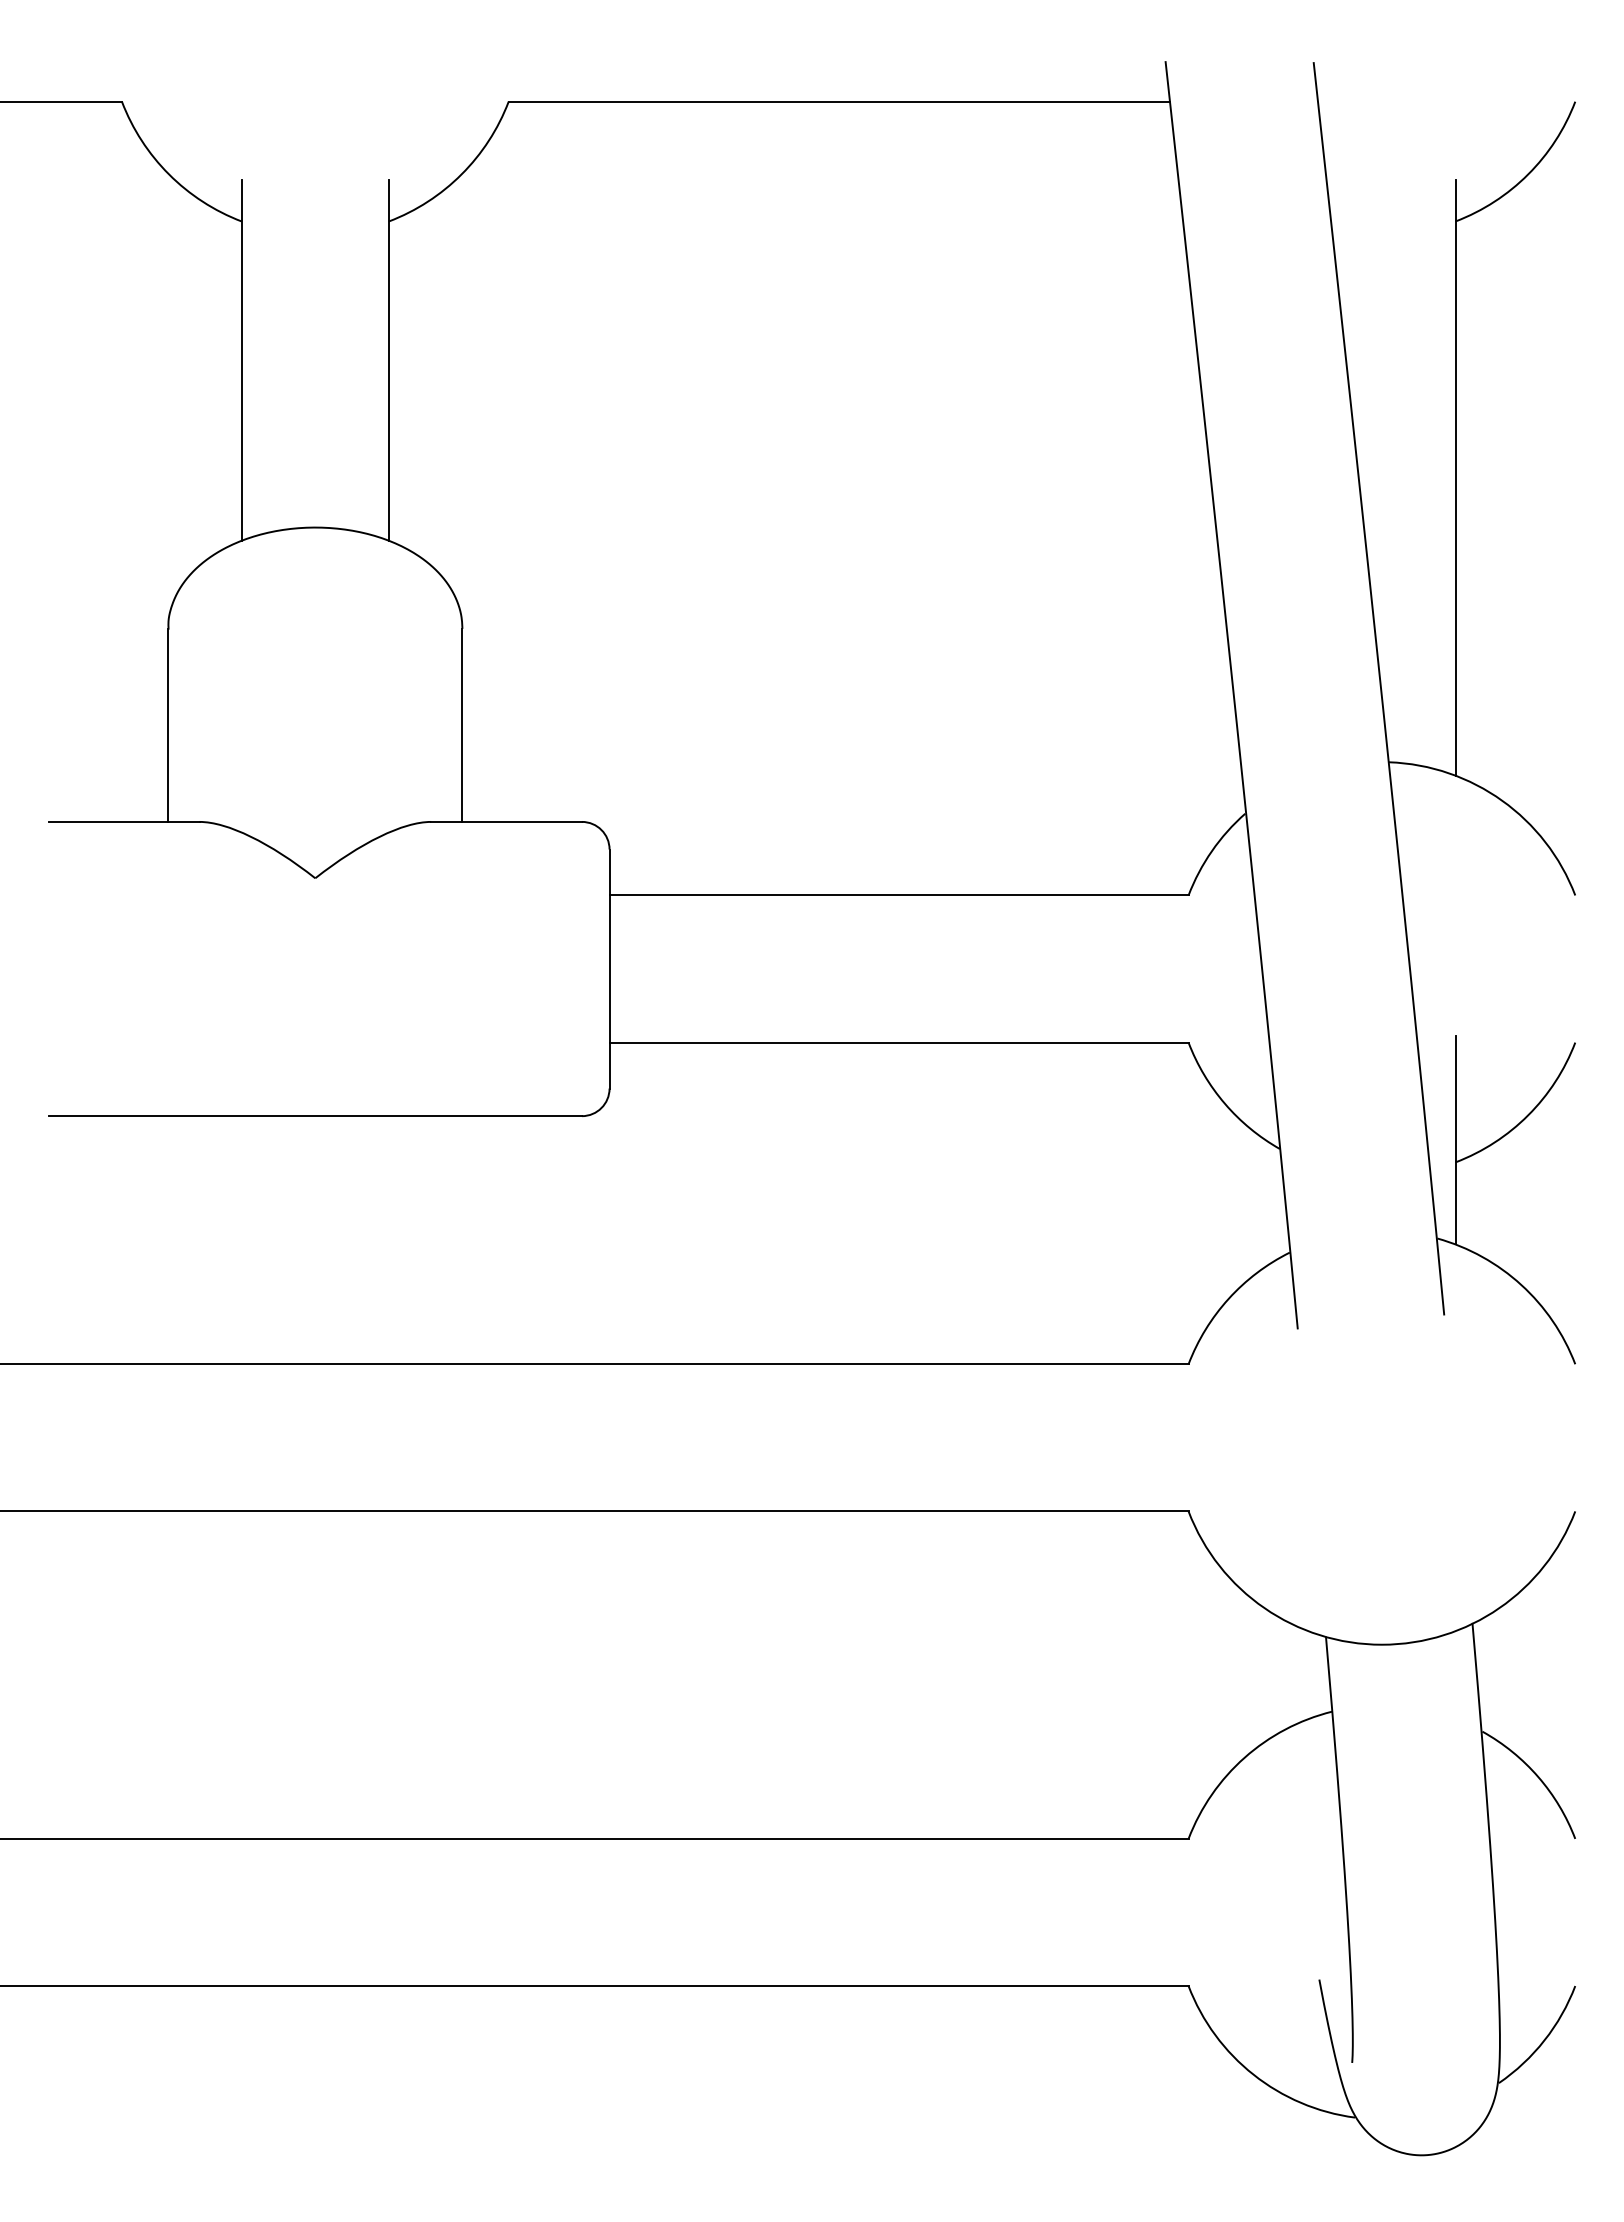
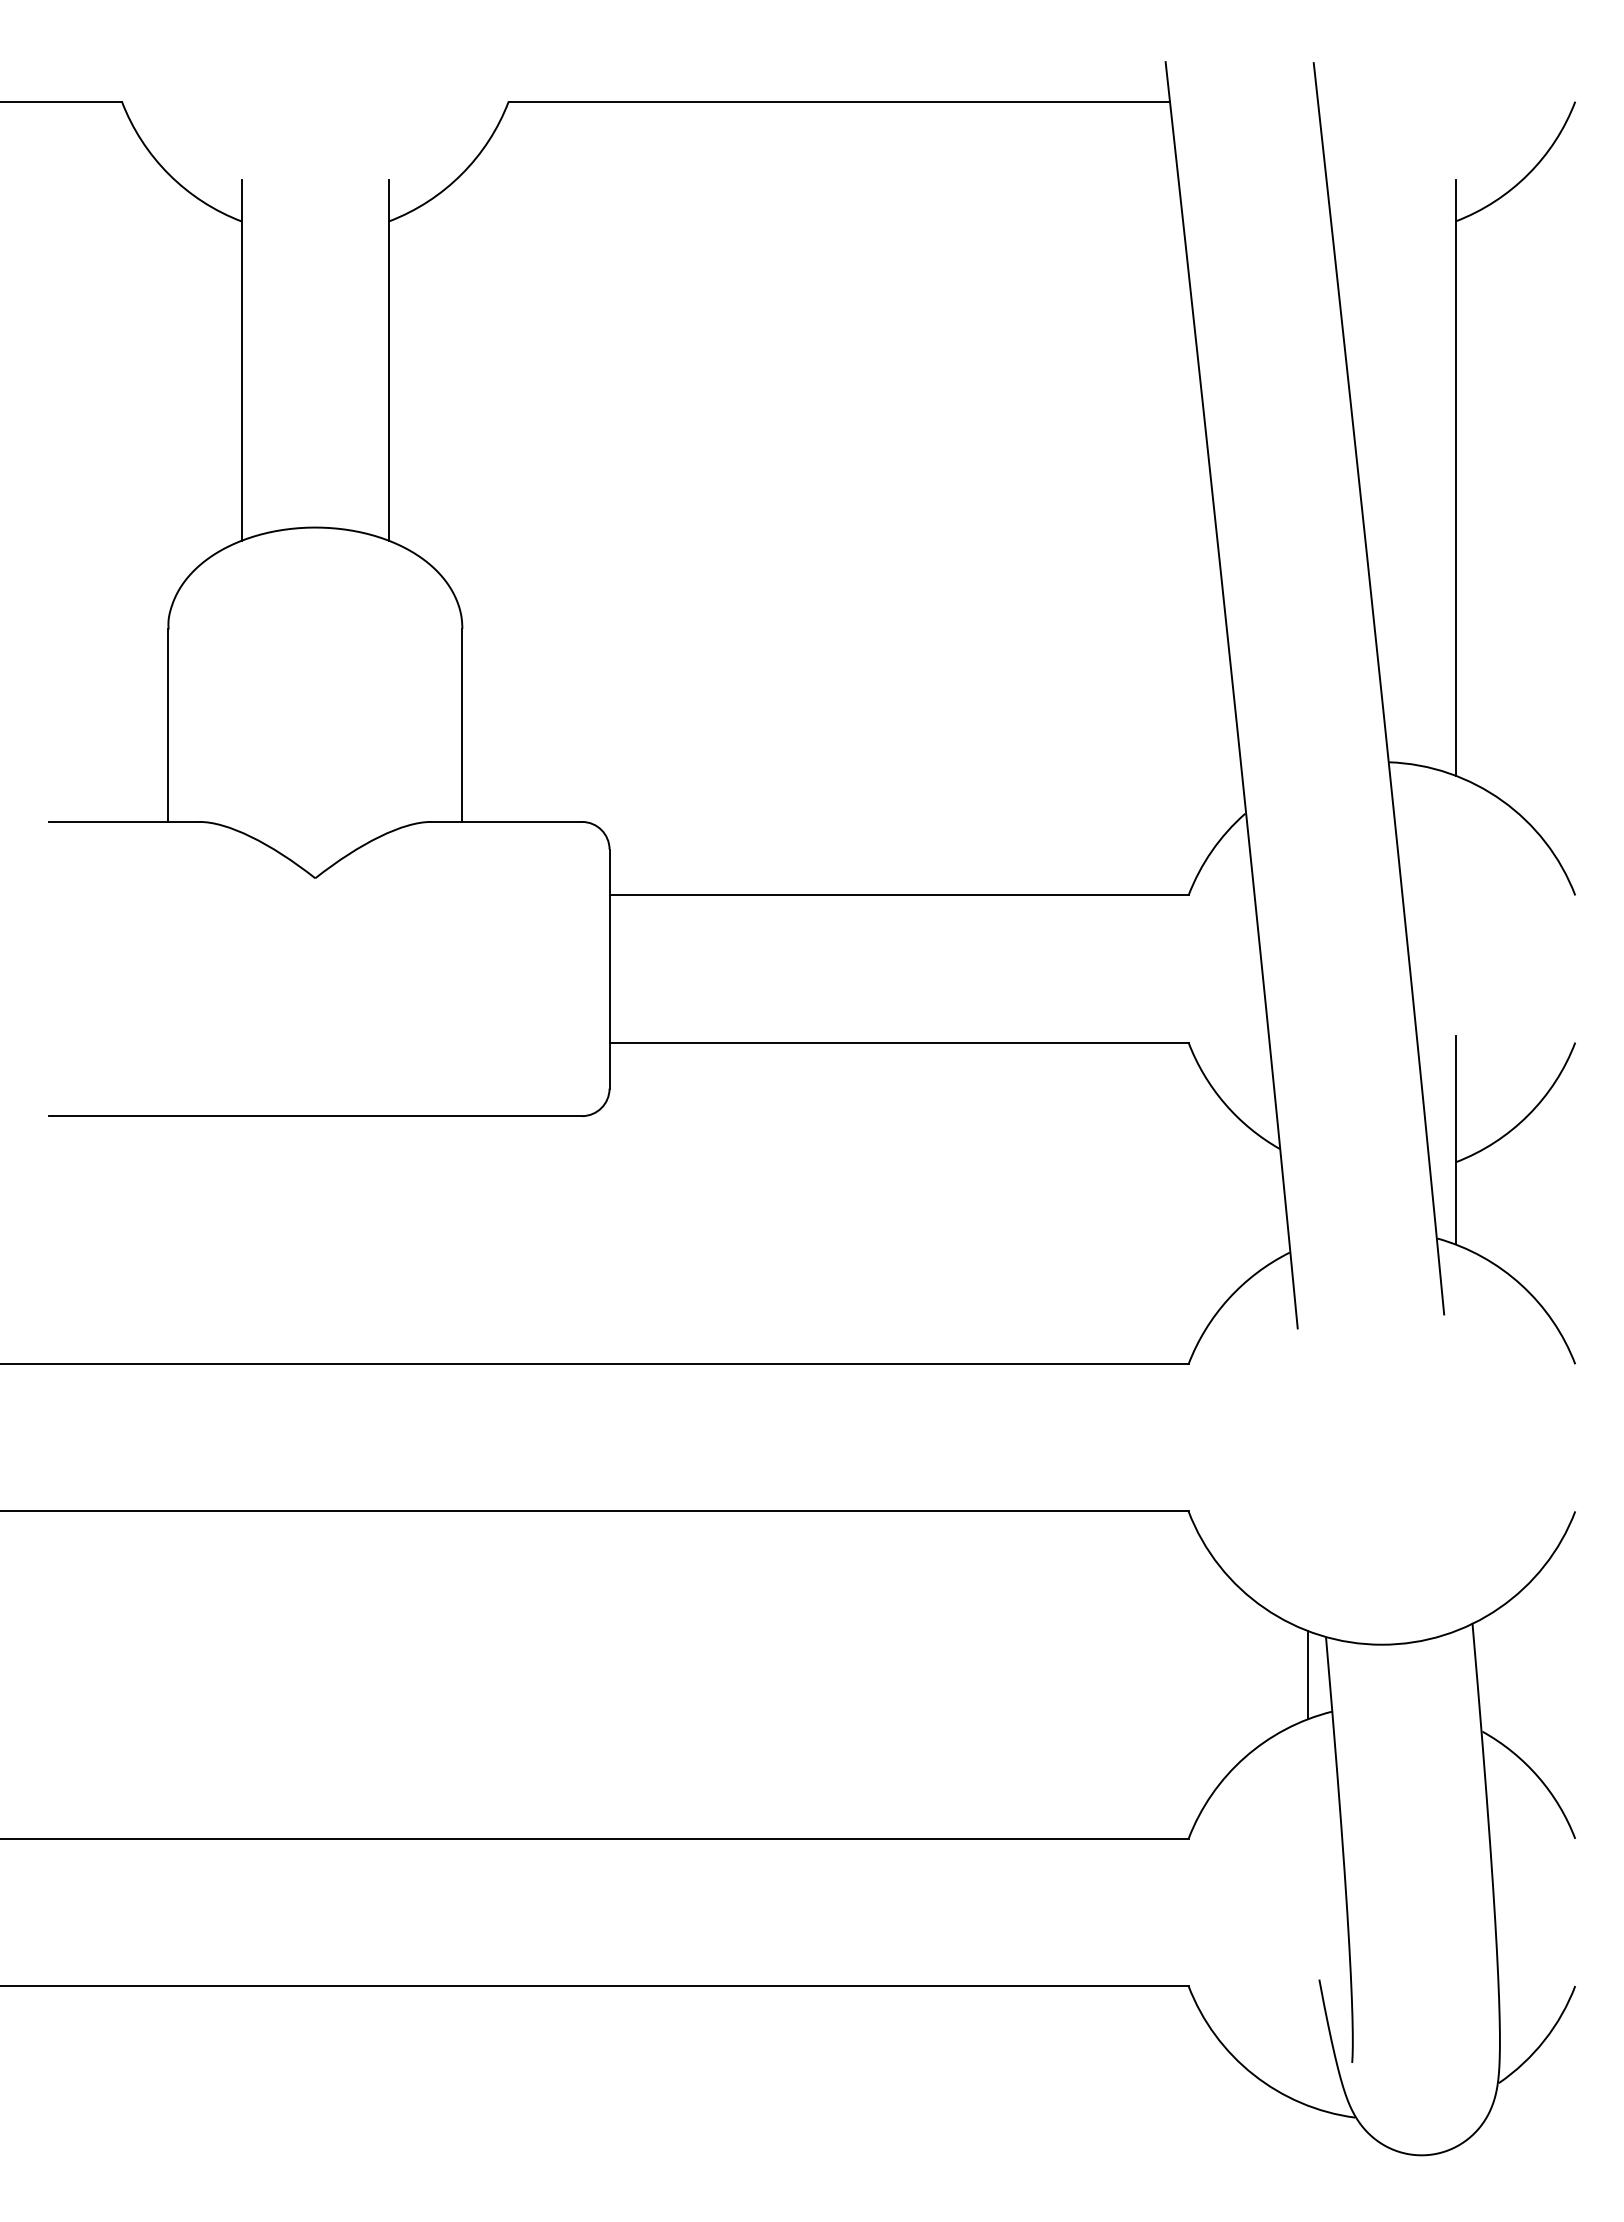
line at (1308, 1675): none -> present
